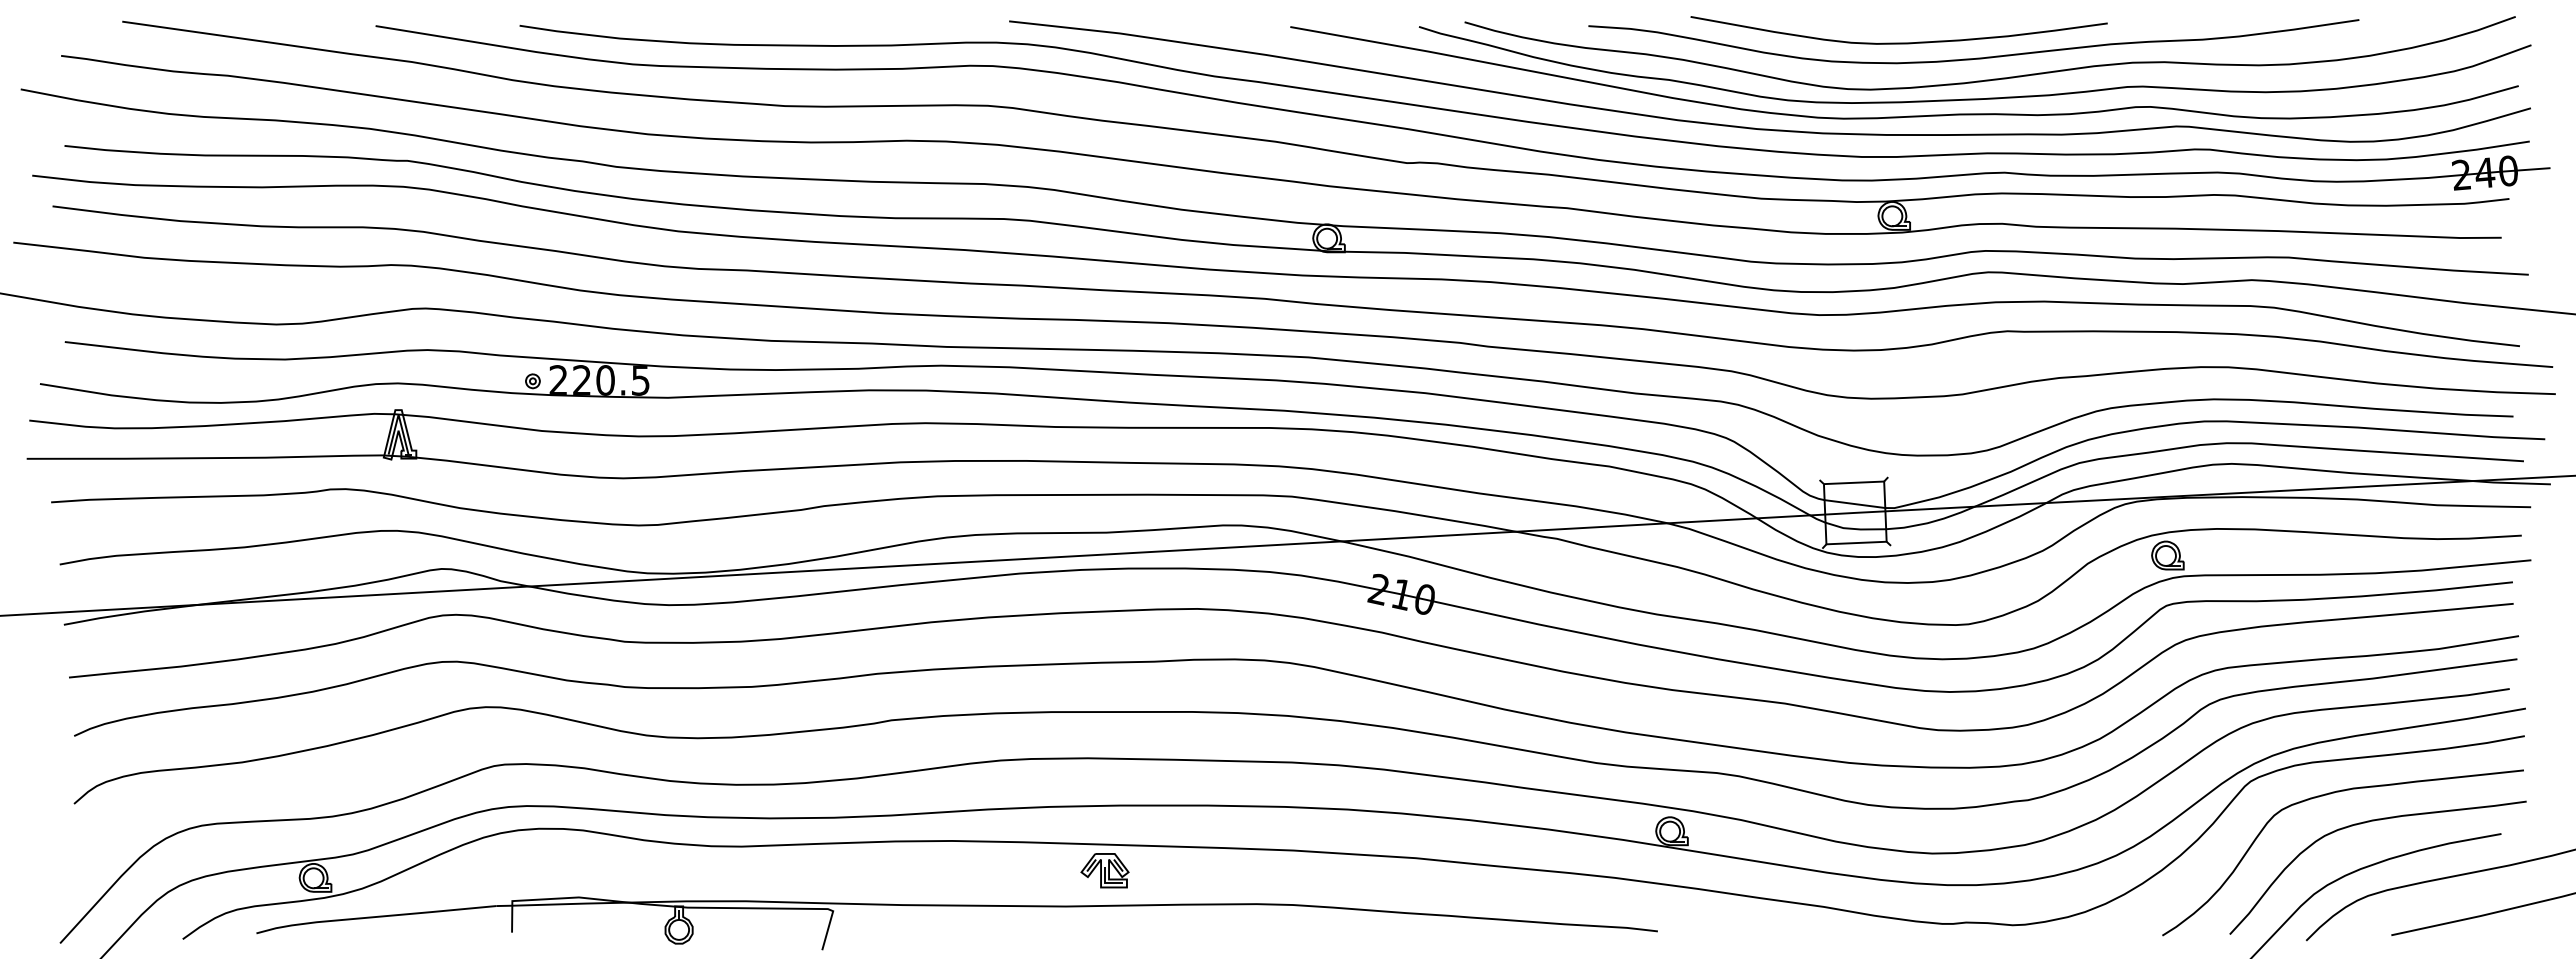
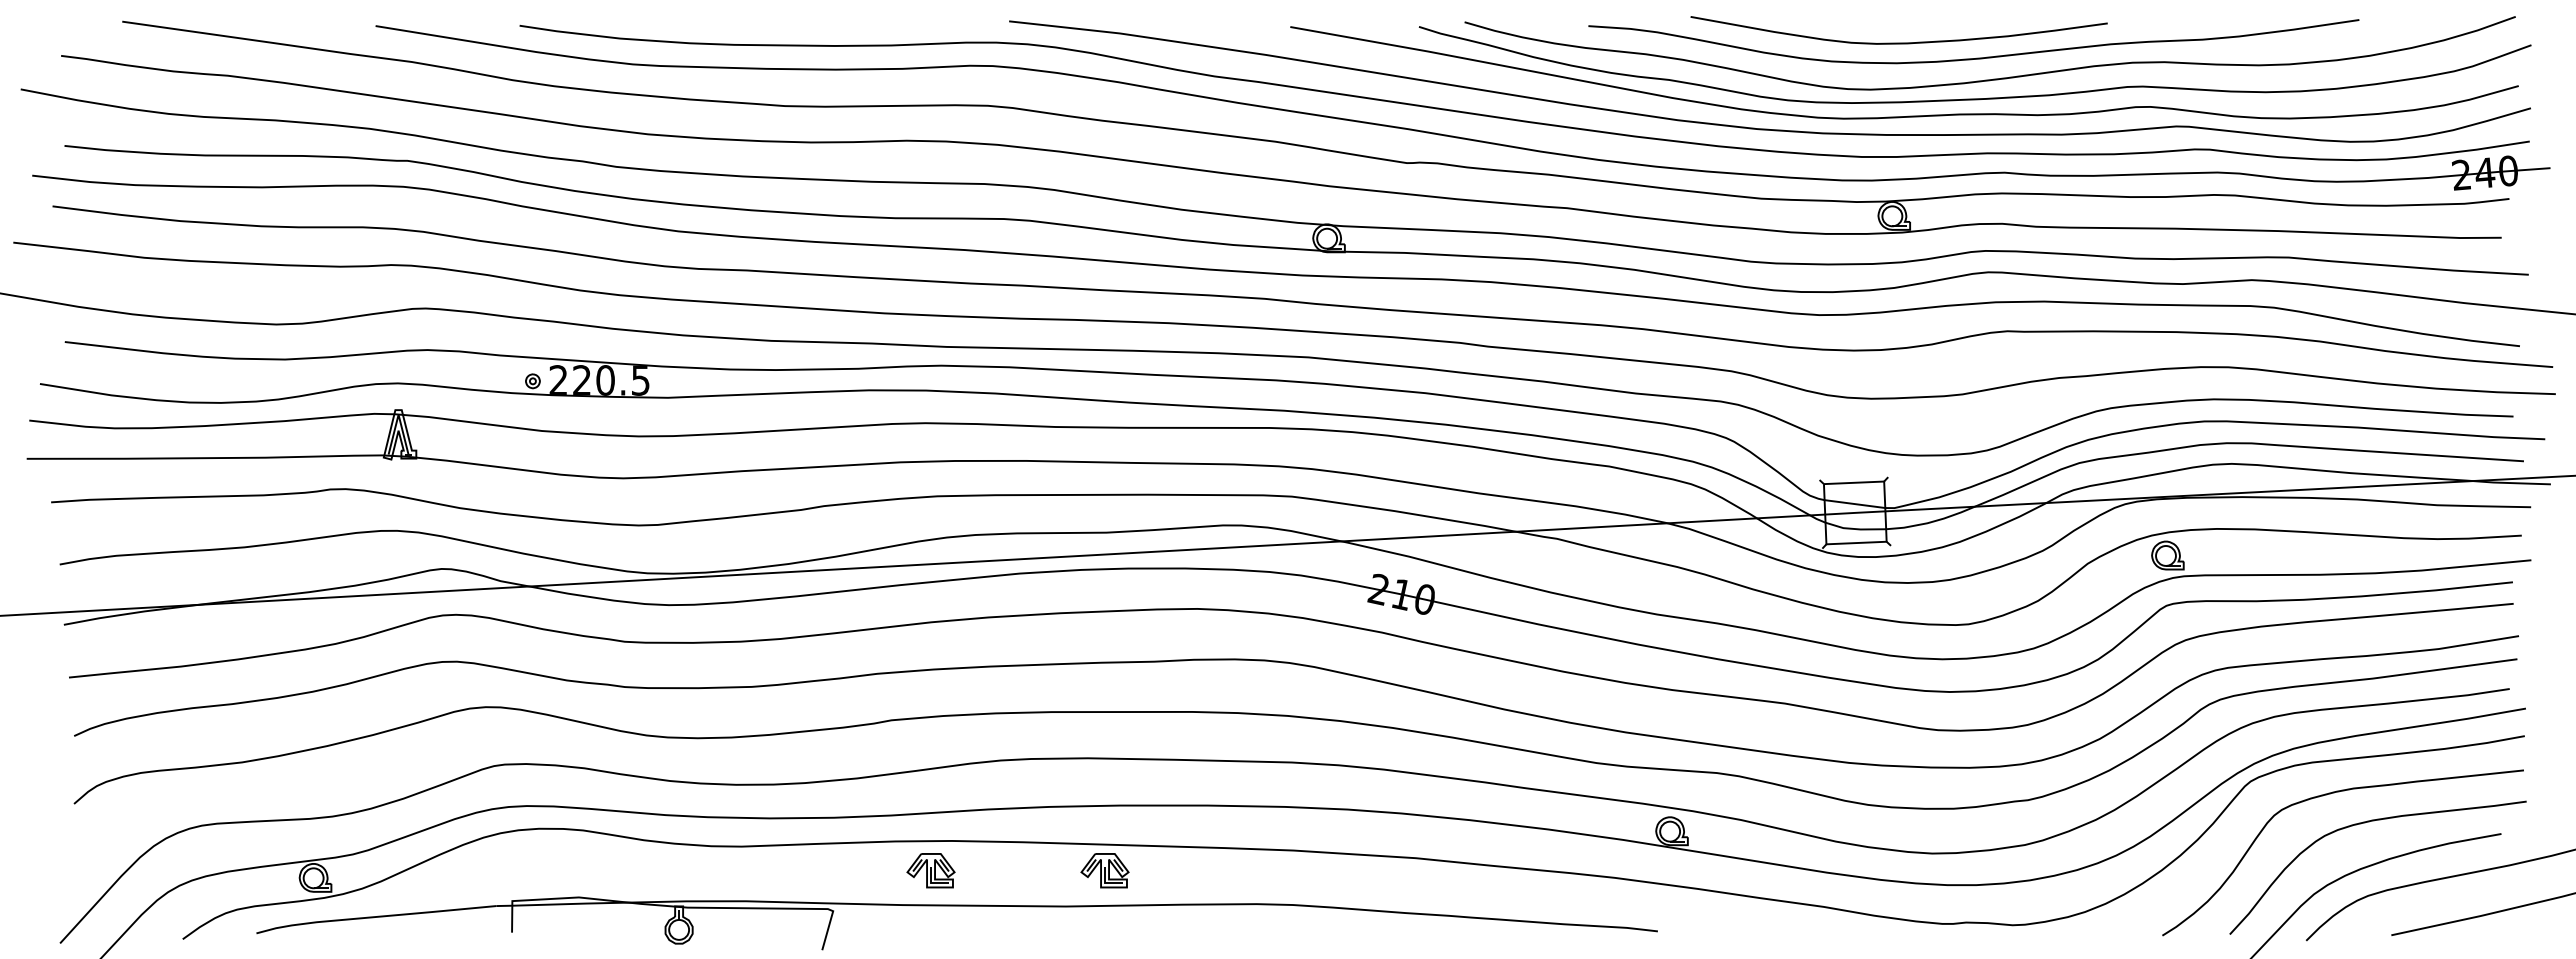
part at (930, 870): none -> present
